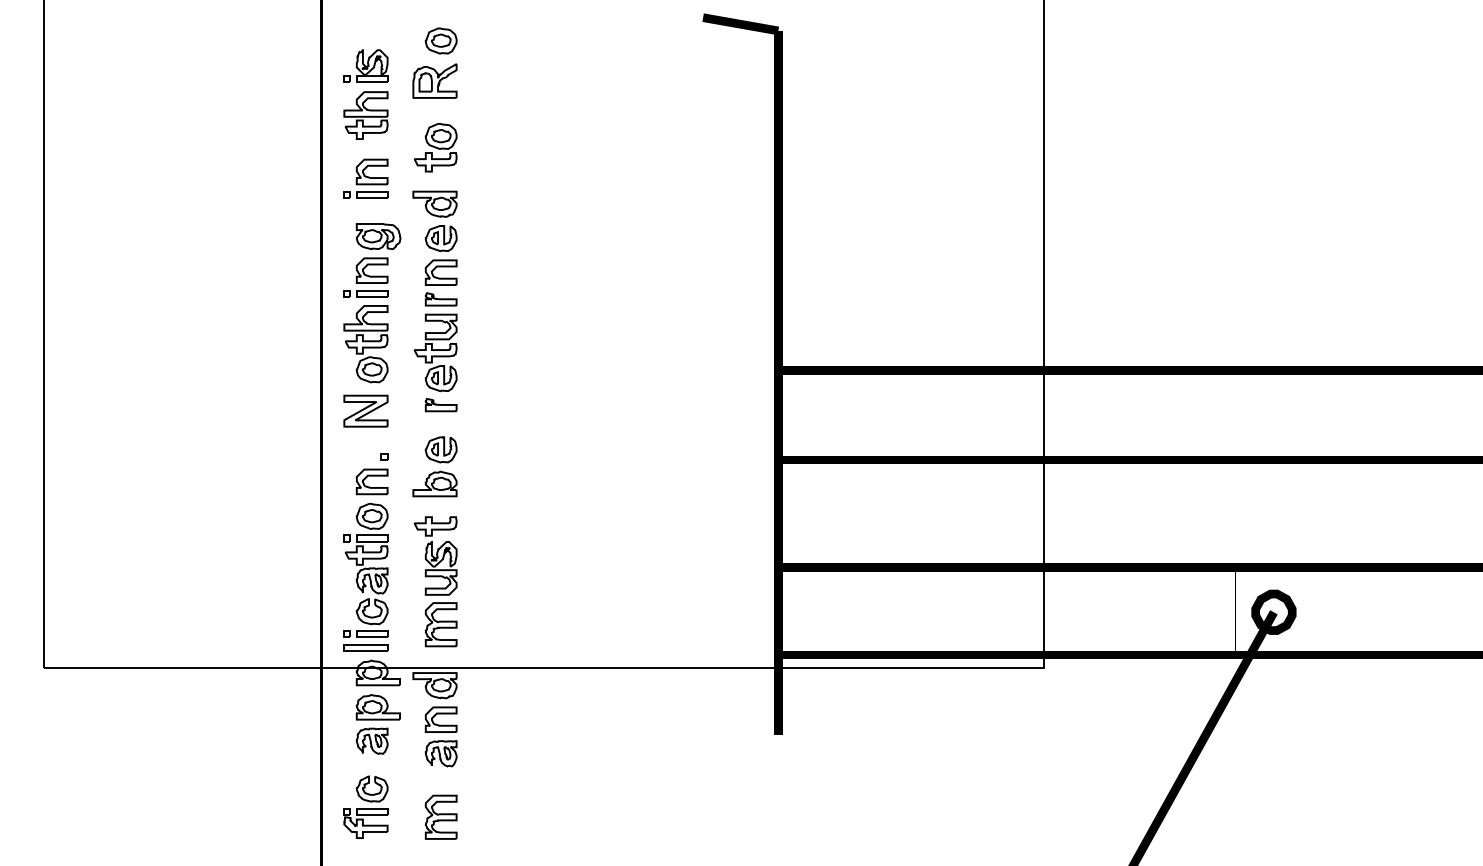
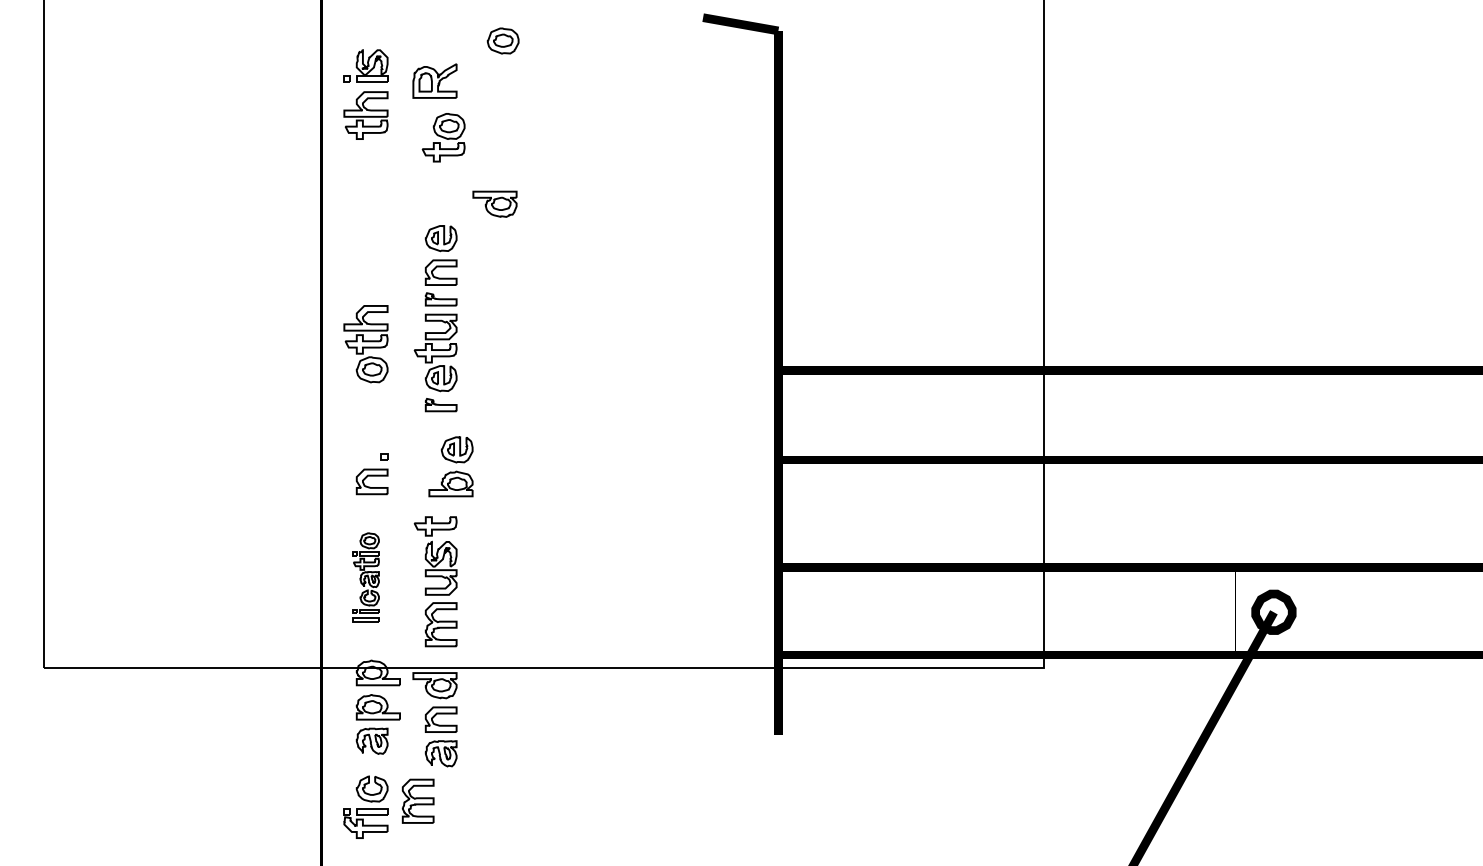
part at (440, 40) position: (440, 40) -> (502, 40)
part at (435, 147) position: (435, 147) -> (443, 137)
part at (365, 178): present -> none
part at (434, 203) position: (434, 203) -> (494, 203)
part at (372, 260): present -> none
part at (365, 410): present -> none
part at (434, 466) position: (434, 466) -> (450, 466)
part at (365, 577) size: 46x149 px -> 28x91 px
part at (440, 816) position: (440, 816) -> (417, 800)
